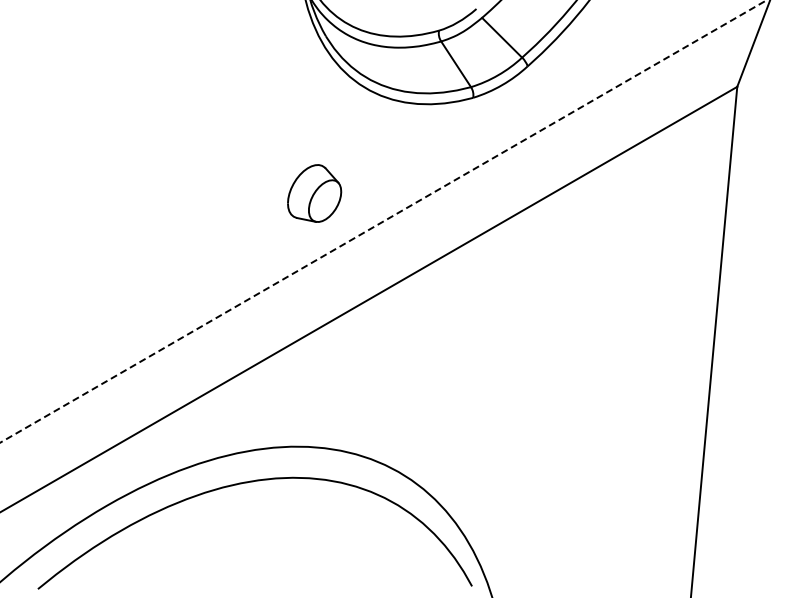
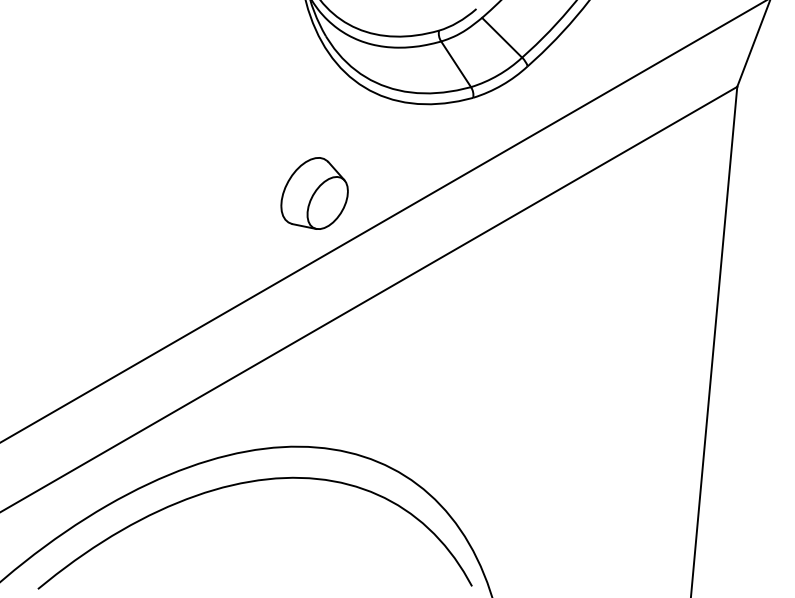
part at (314, 193) size: 56x59 px -> 69x73 px
line at (384, 221): dashed -> solid
